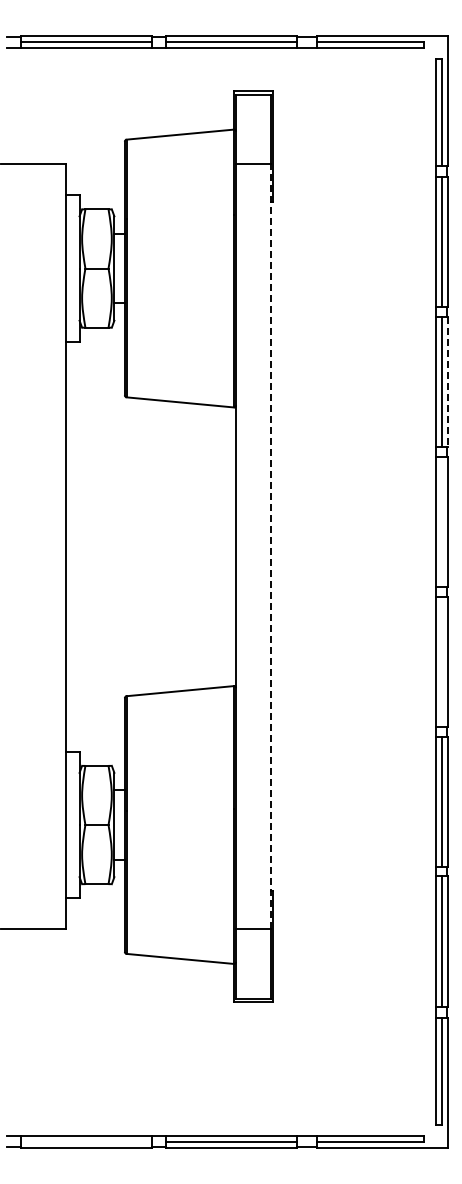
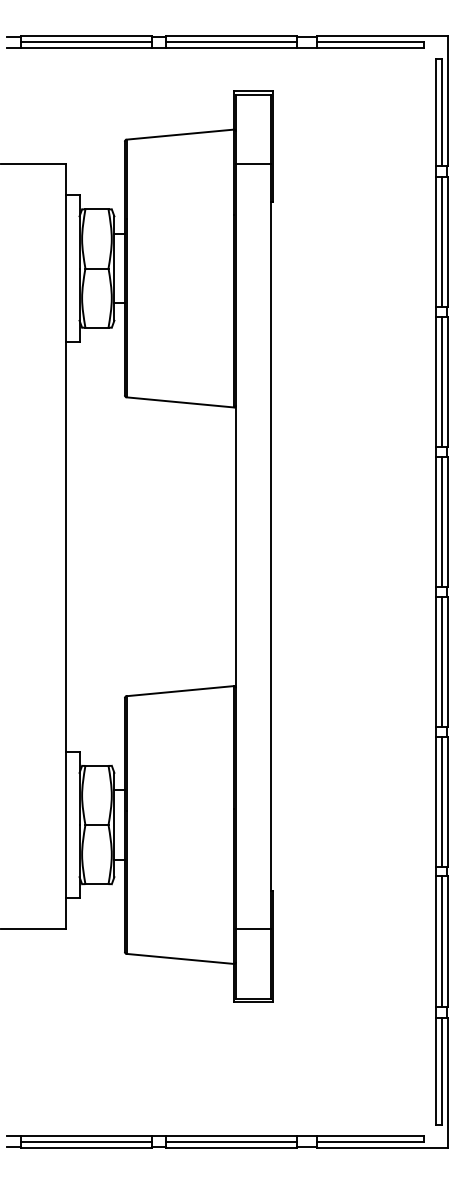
line at (448, 382): dashed -> solid
line at (441, 521): none -> present
line at (270, 546): dashed -> solid
line at (441, 661): none -> present
line at (85, 1141): none -> present
